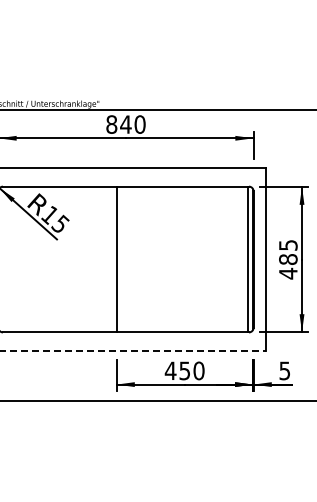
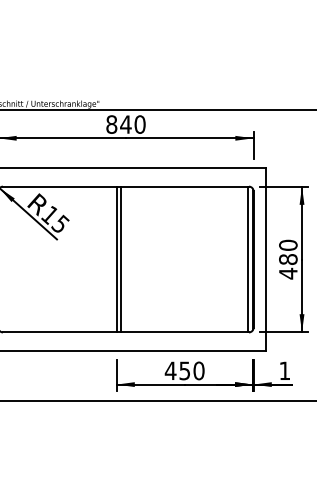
text at (288, 244): 485 -> 480
line at (121, 259): none -> present
line at (133, 350): dashed -> solid
text at (284, 370): 5 -> 1
